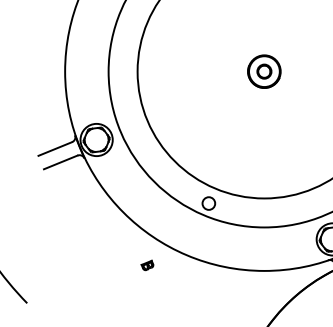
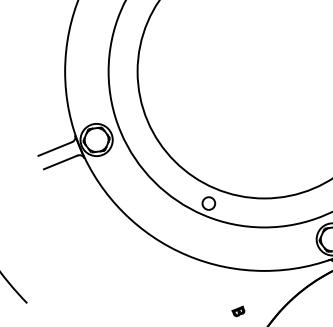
part at (264, 71): present -> none
part at (147, 265) position: (147, 265) -> (238, 311)
